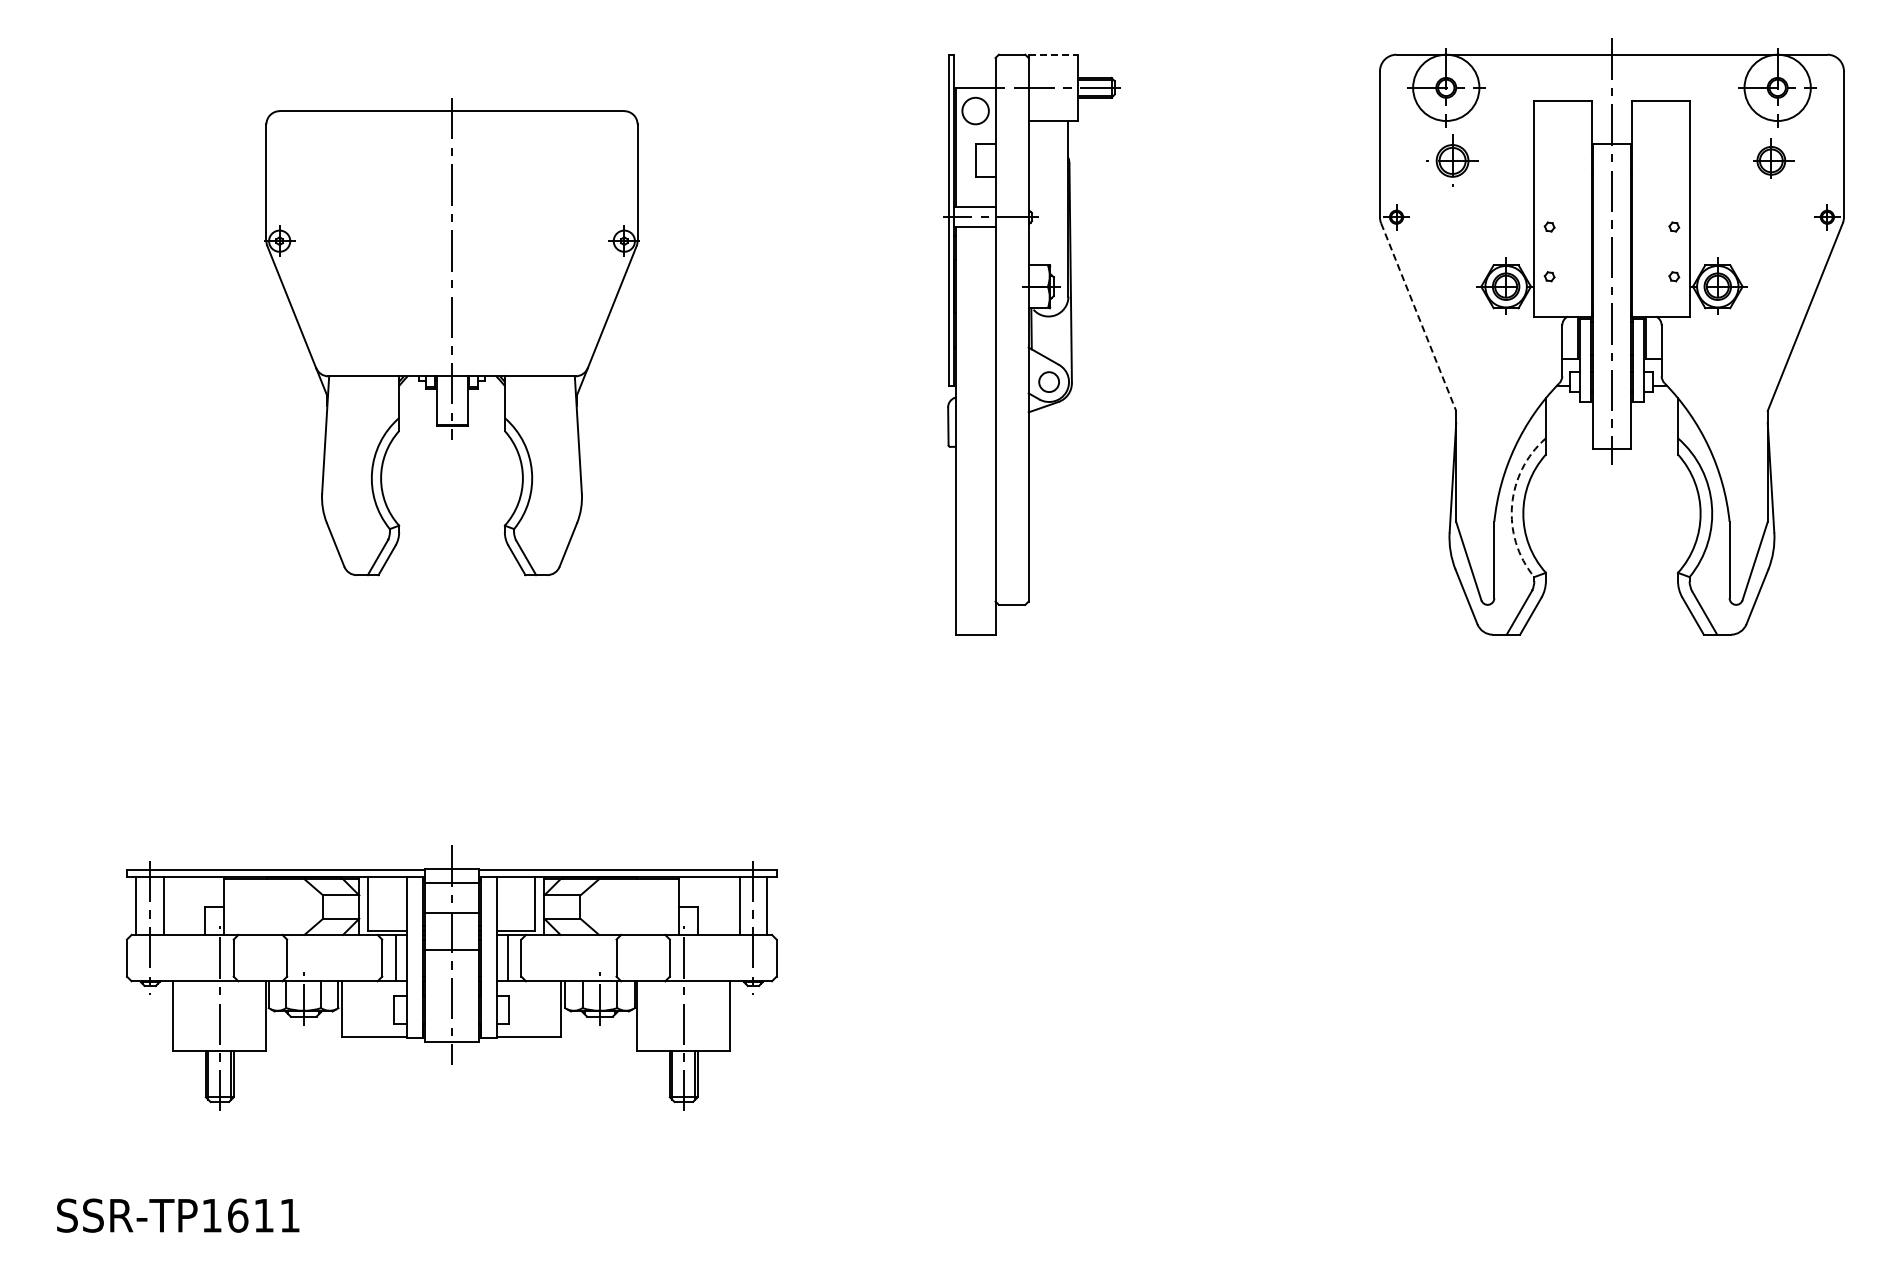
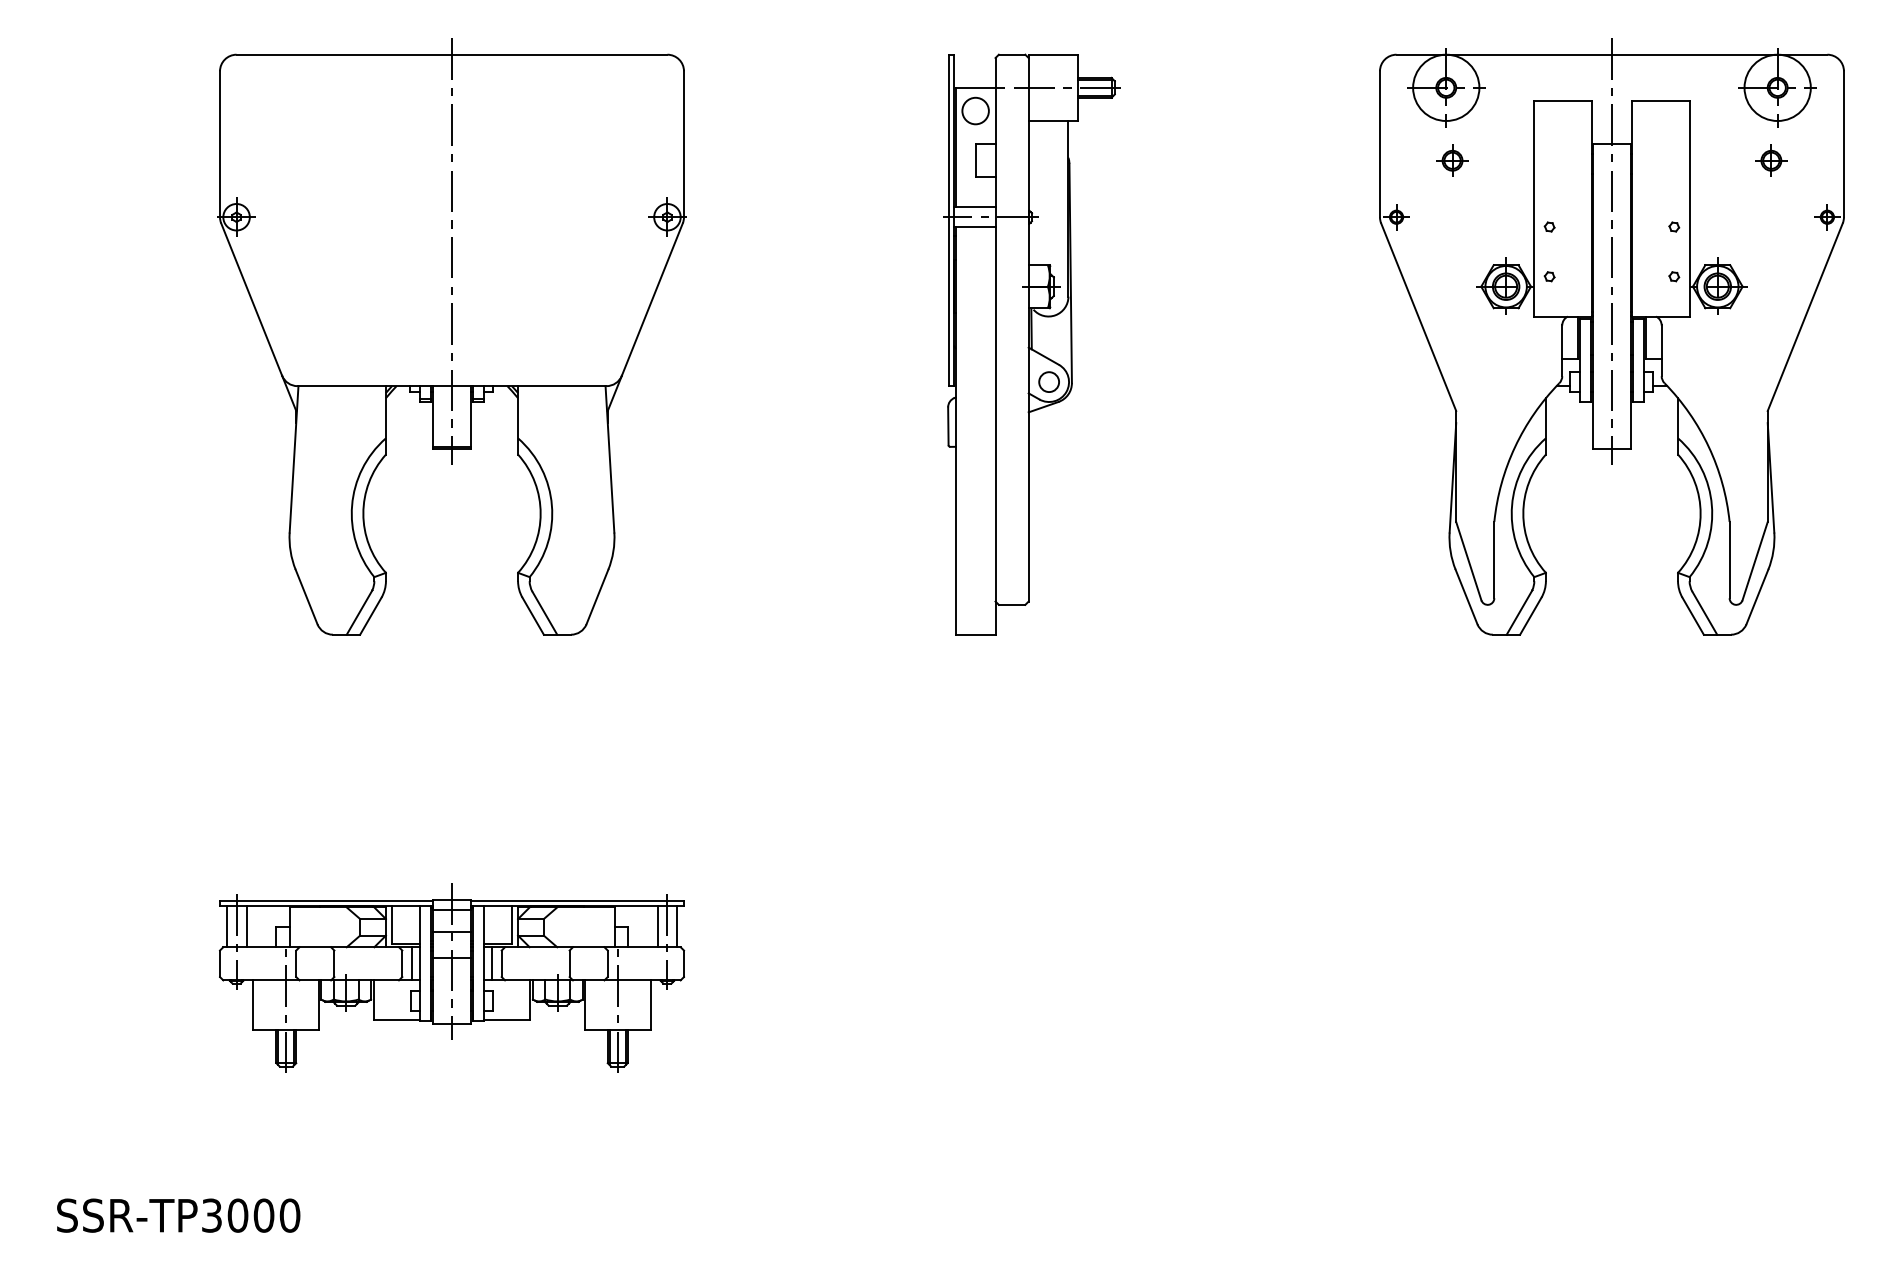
line at (1053, 54): dashed -> solid
part at (1773, 158) size: 42x41 px -> 33x33 px
part at (1452, 160) size: 53x53 px -> 33x33 px
line at (1418, 317): dashed -> solid
part at (451, 337) size: 376x479 px -> 470x598 px
arc at (1512, 505): dashed -> solid
part at (451, 977) size: 652x266 px -> 467x190 px
text at (251, 1215): SSR-TP1611 -> SSR-TP3000
